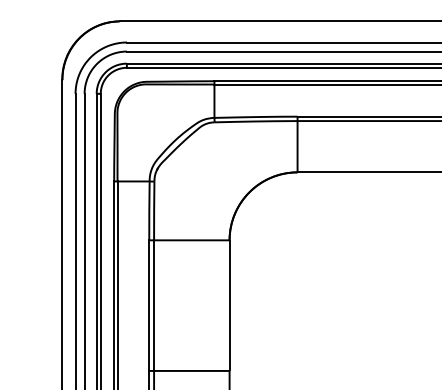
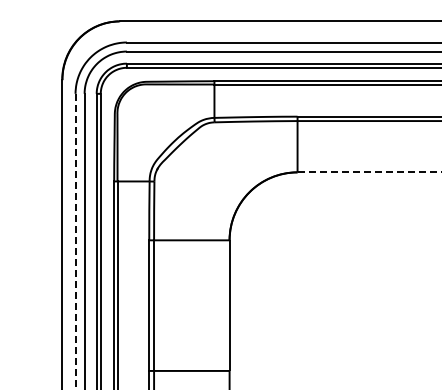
line at (369, 172): solid -> dashed
line at (75, 241): solid -> dashed
